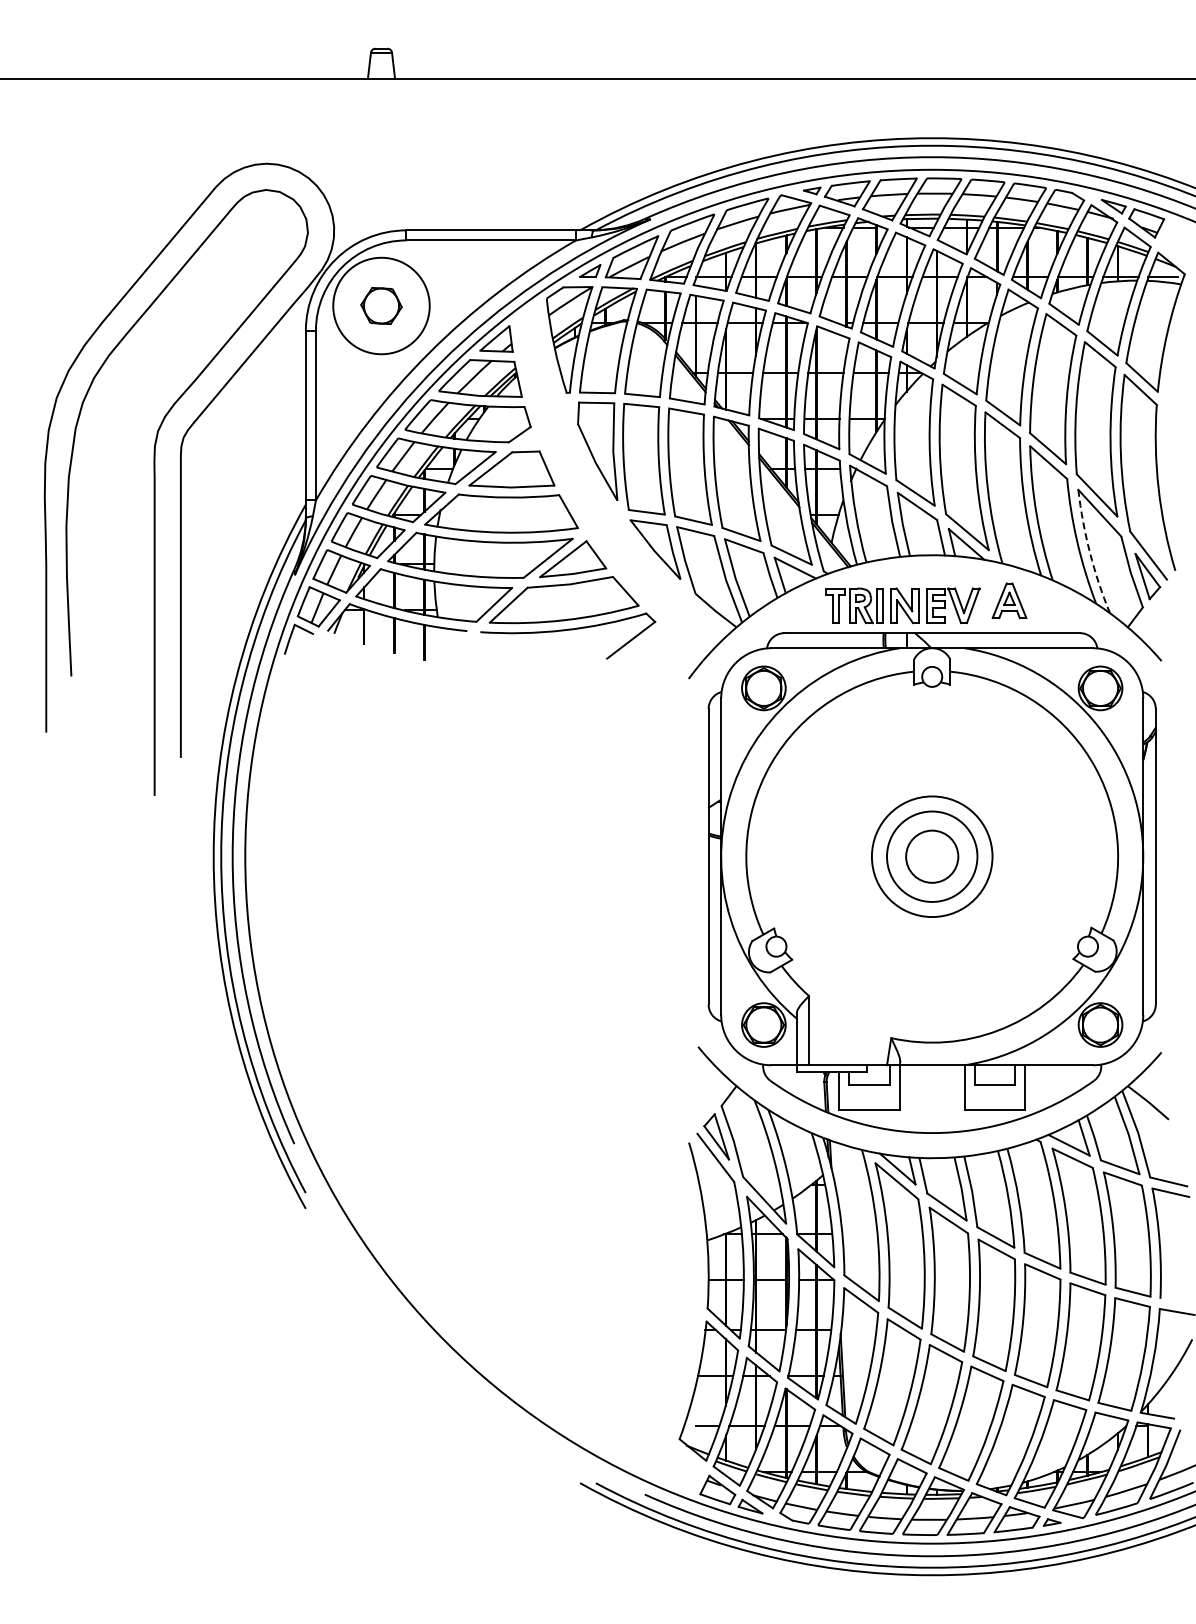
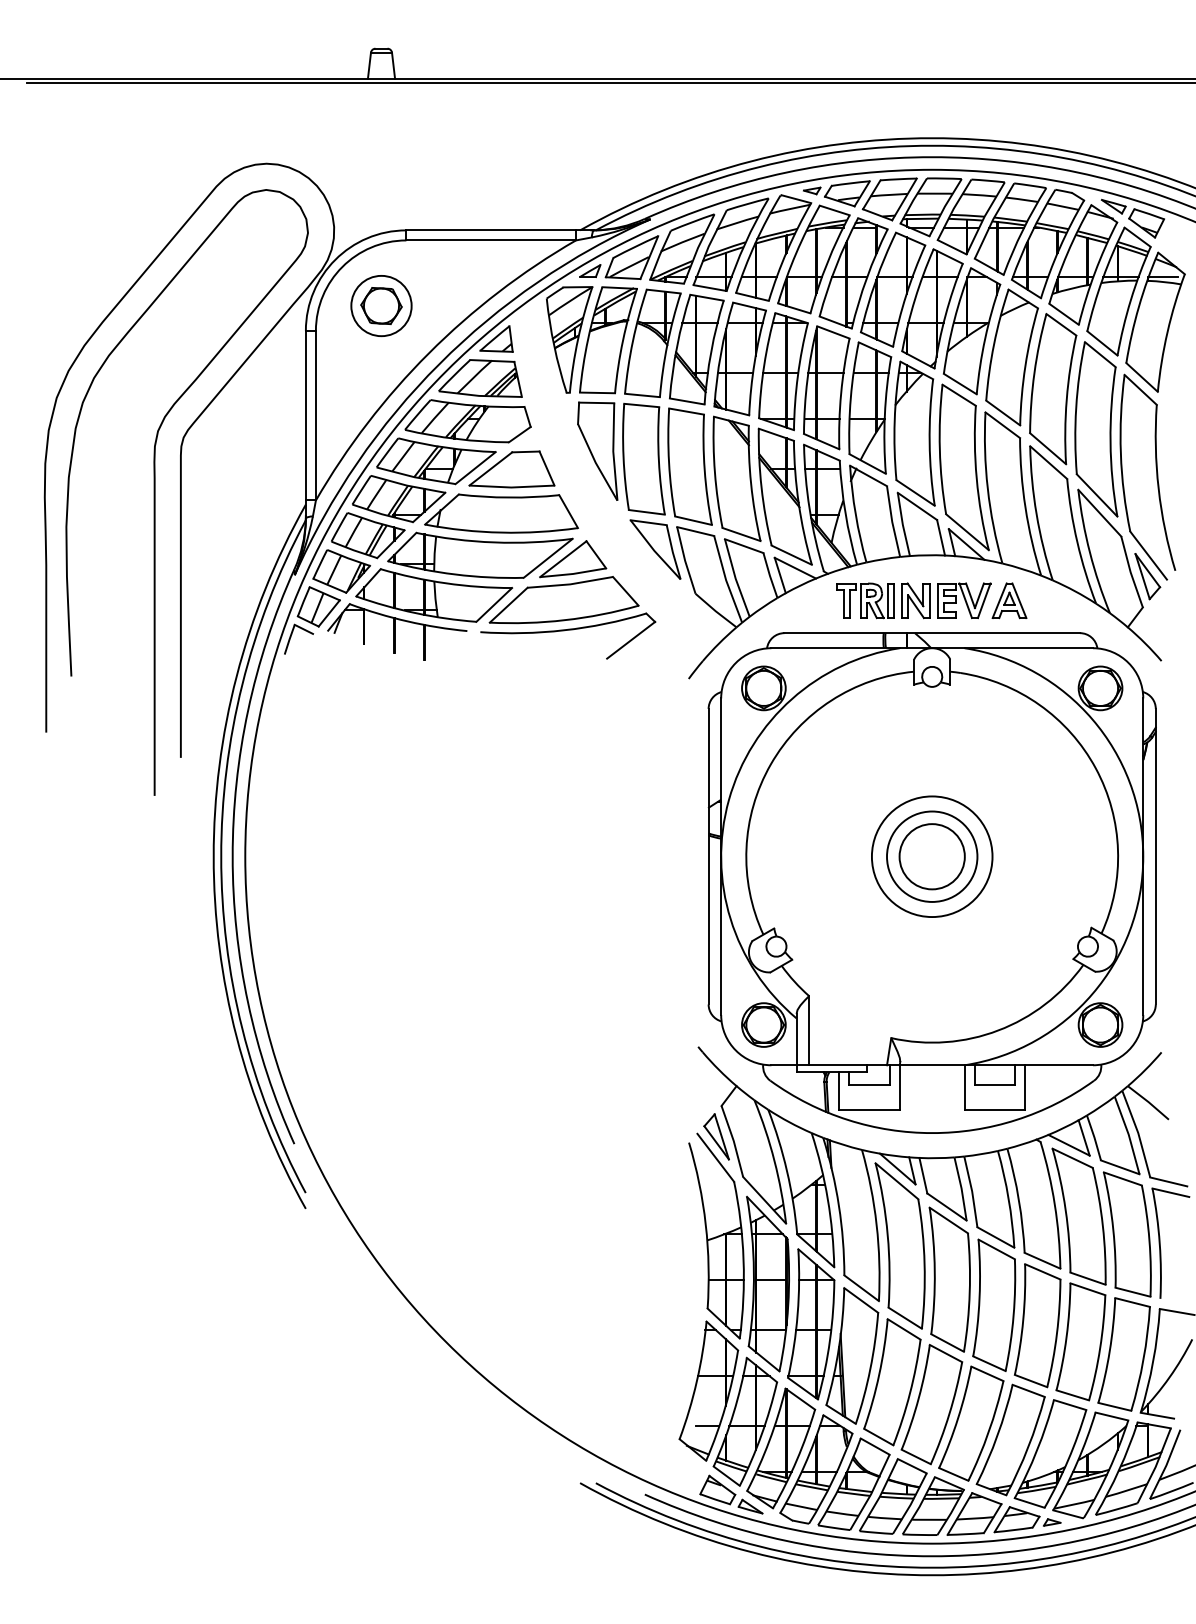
line at (609, 82): none -> present
circle at (381, 305) diameter: 96 px -> 60 px
arc at (1089, 552): dashed -> solid
part at (902, 605) position: (902, 605) -> (913, 600)
circle at (932, 856) diameter: 52 px -> 65 px
